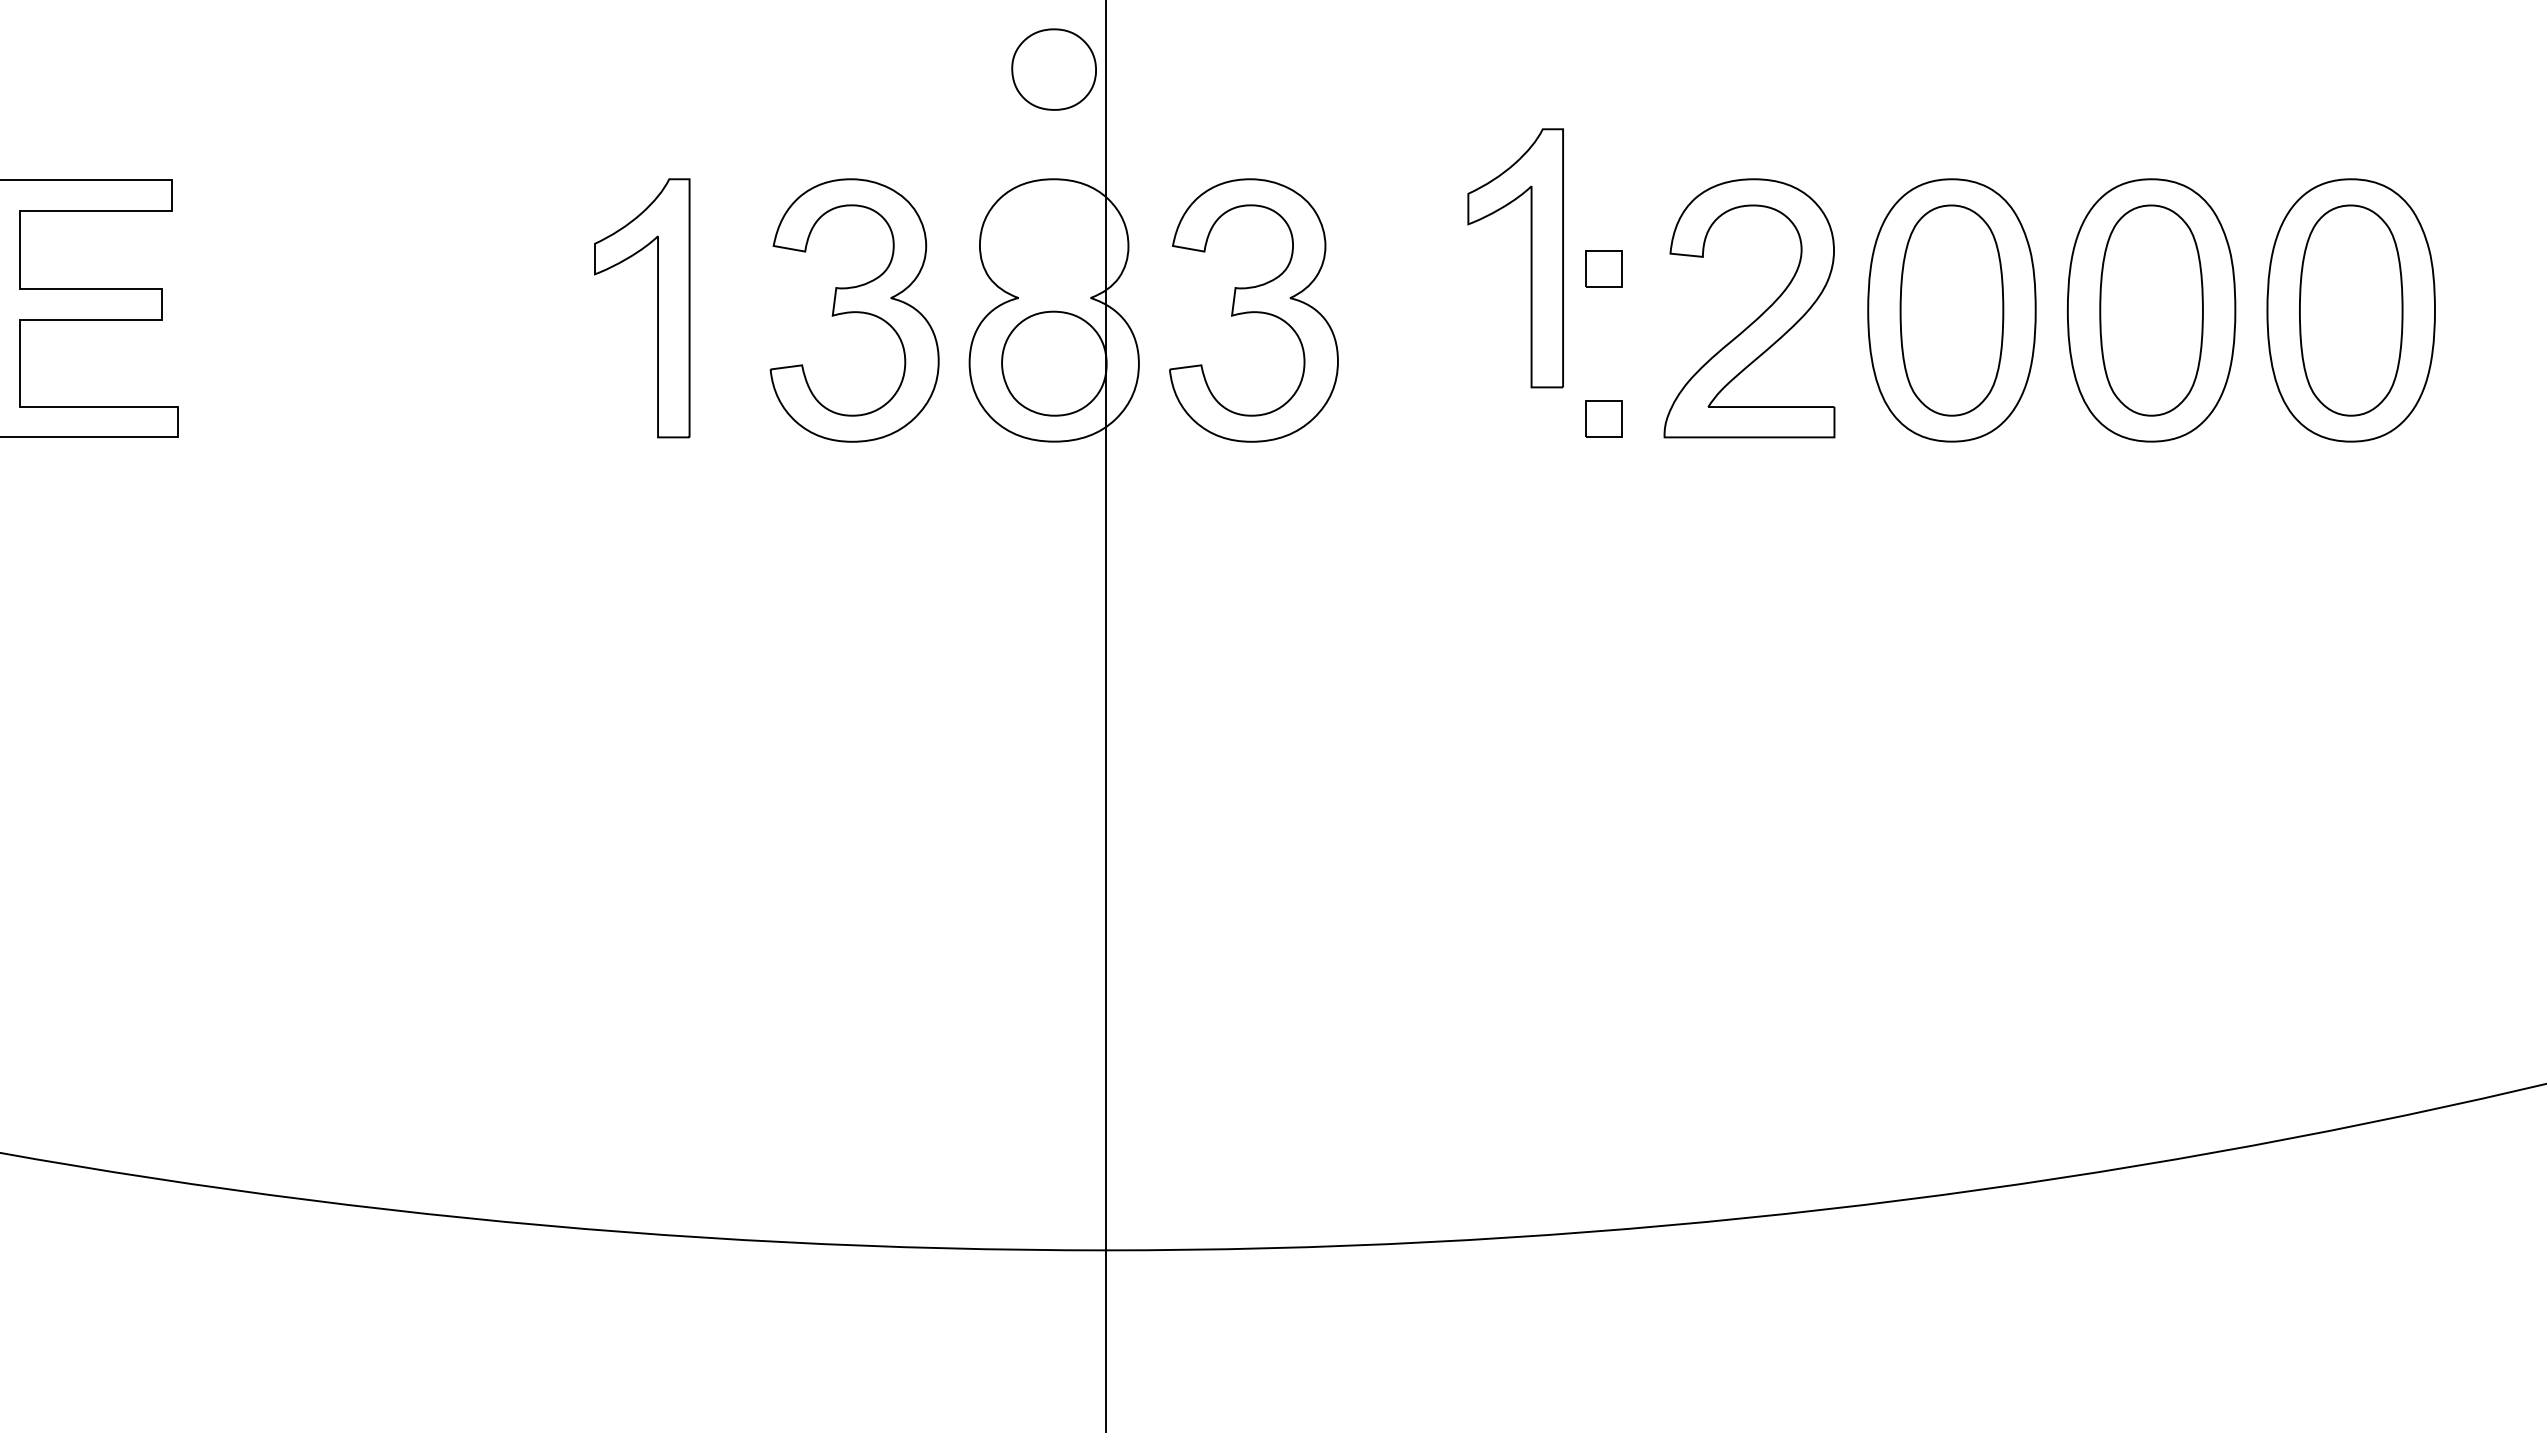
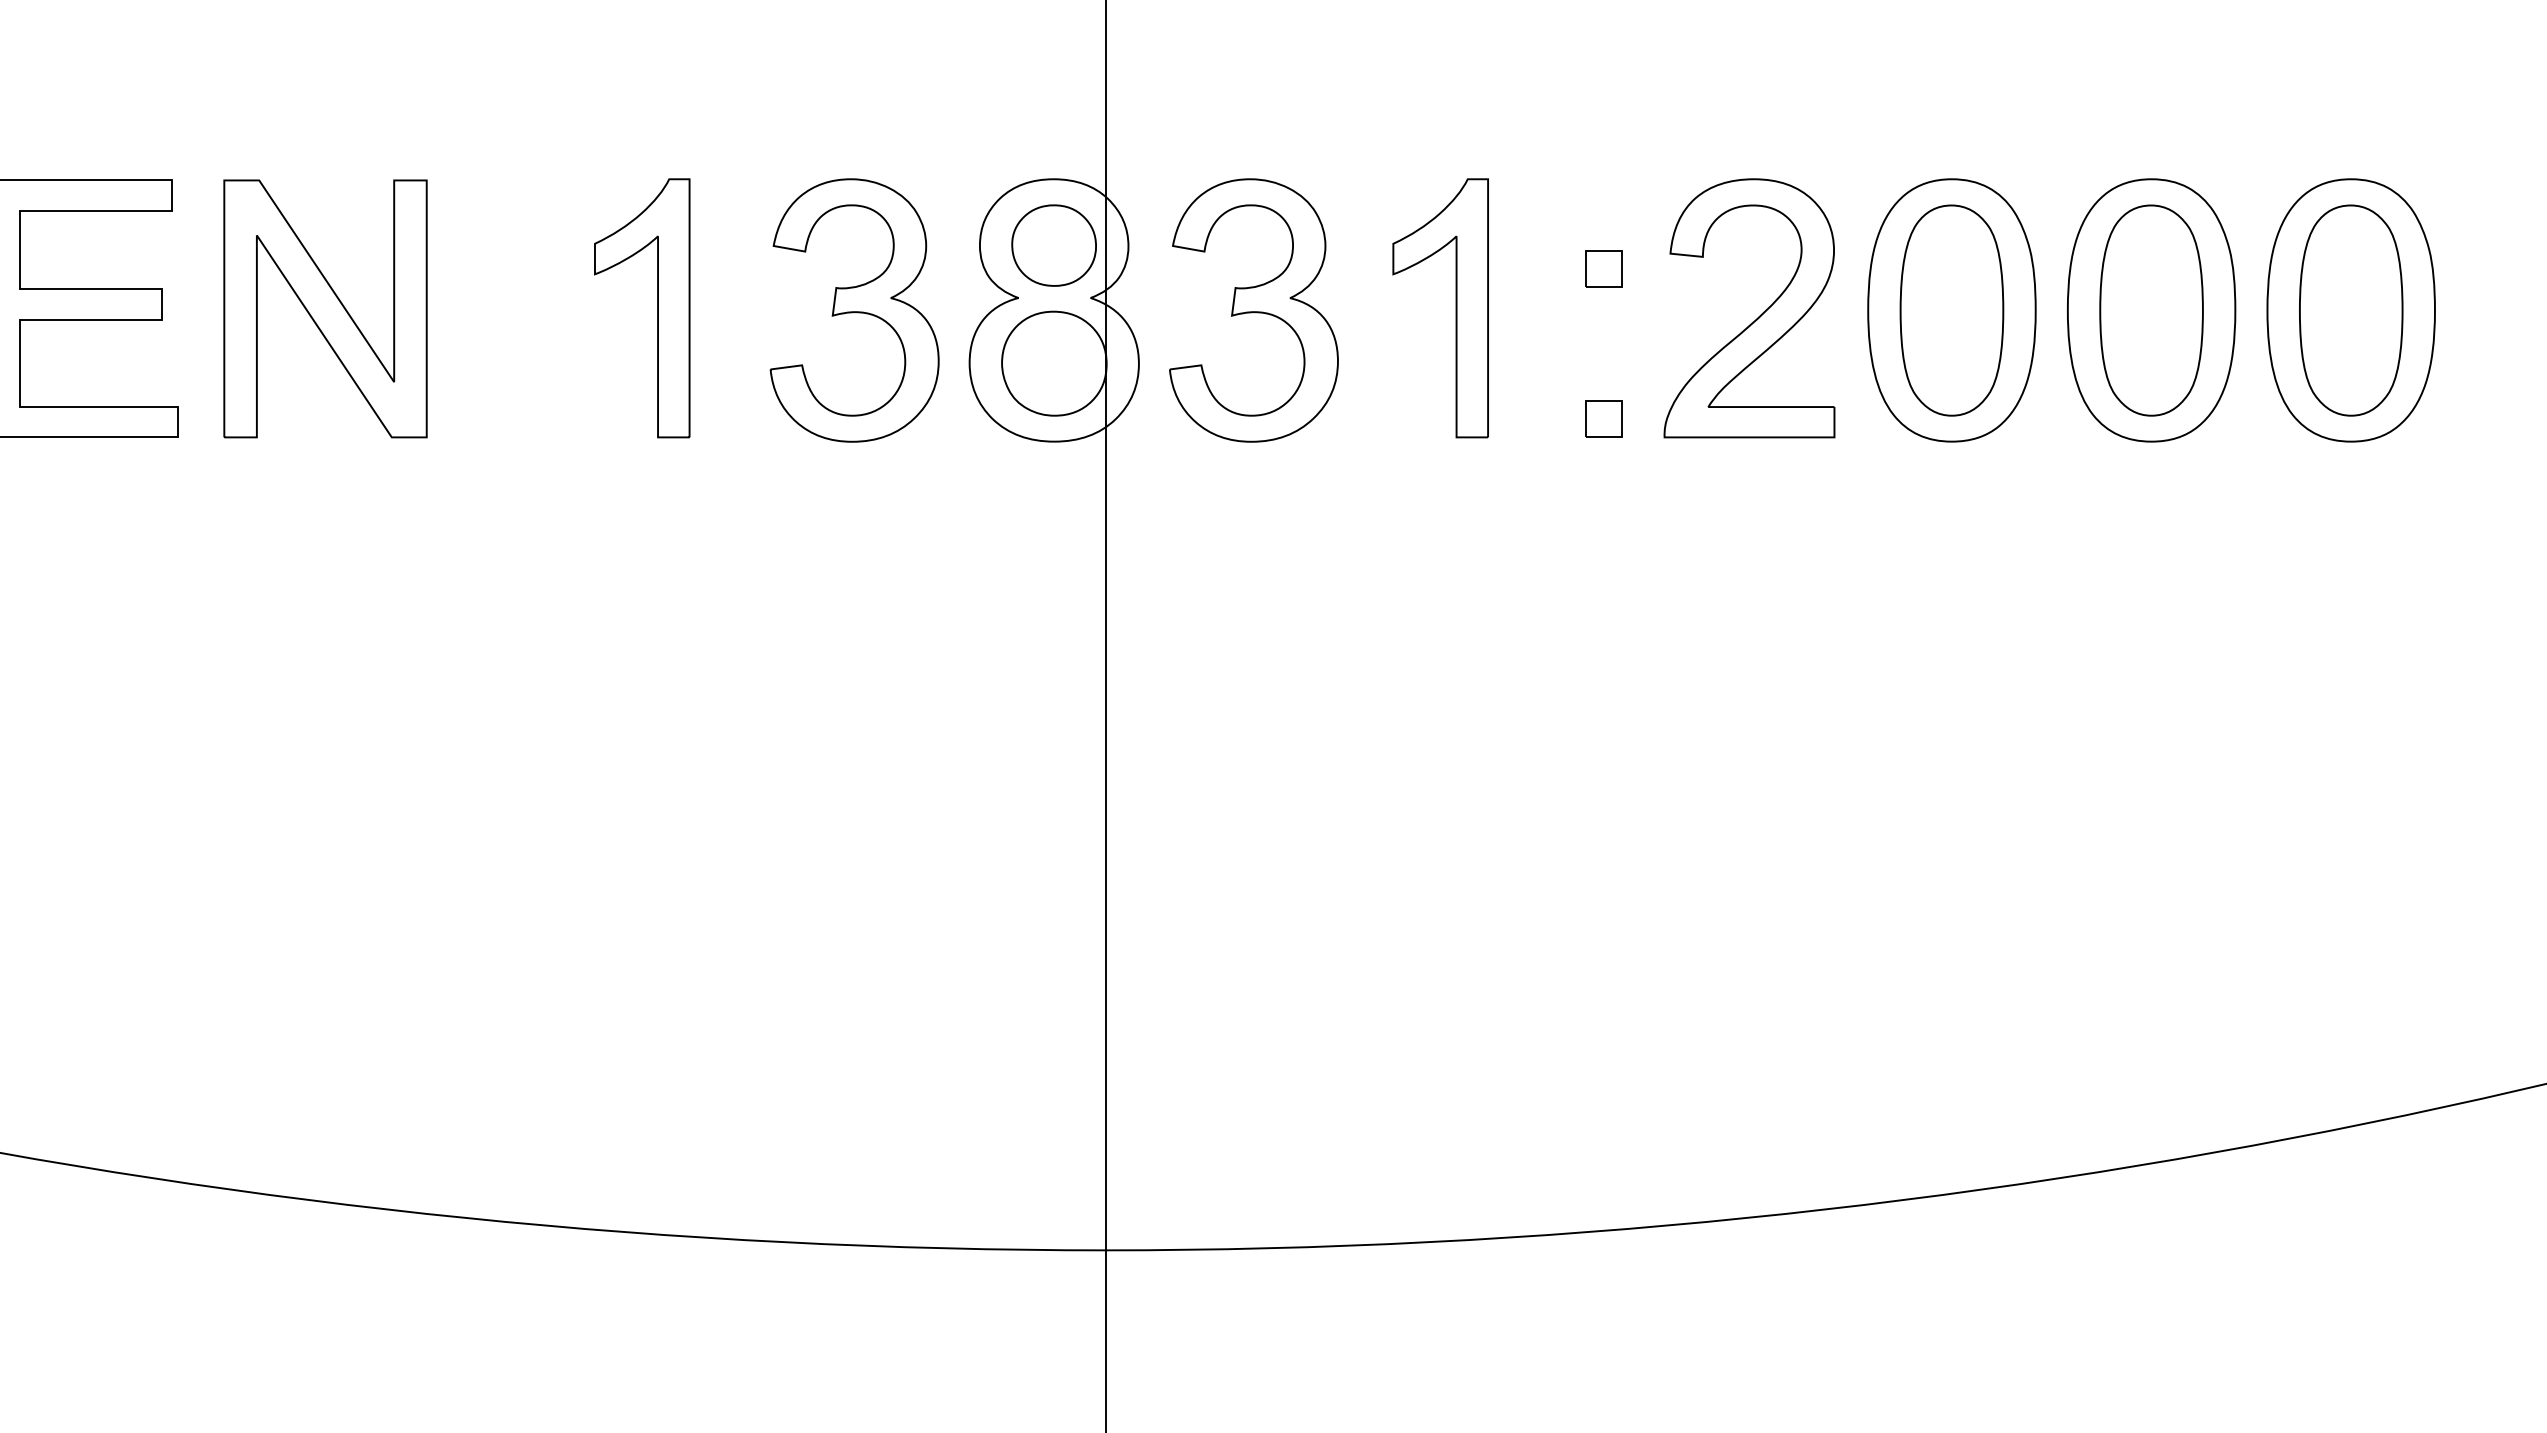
part at (1053, 69) position: (1053, 69) -> (1053, 245)
part at (1530, 258) position: (1530, 258) -> (1455, 308)
part at (325, 308): none -> present
